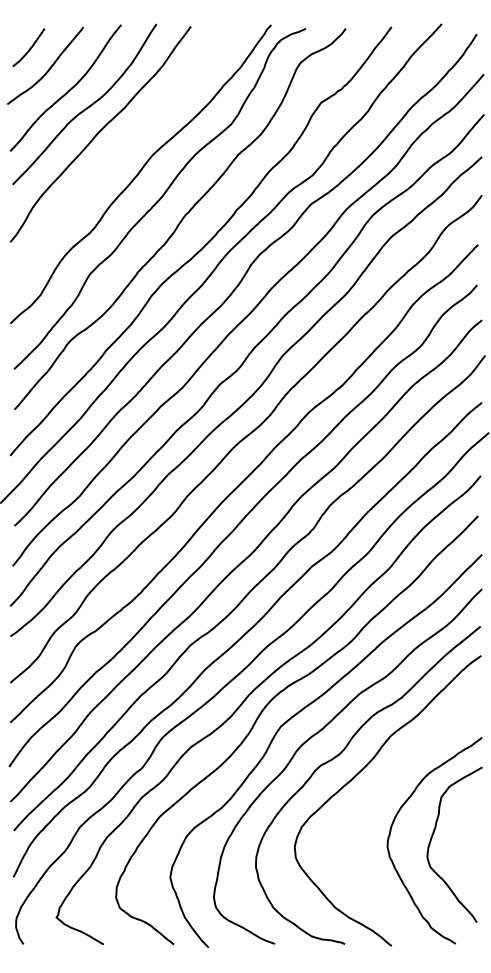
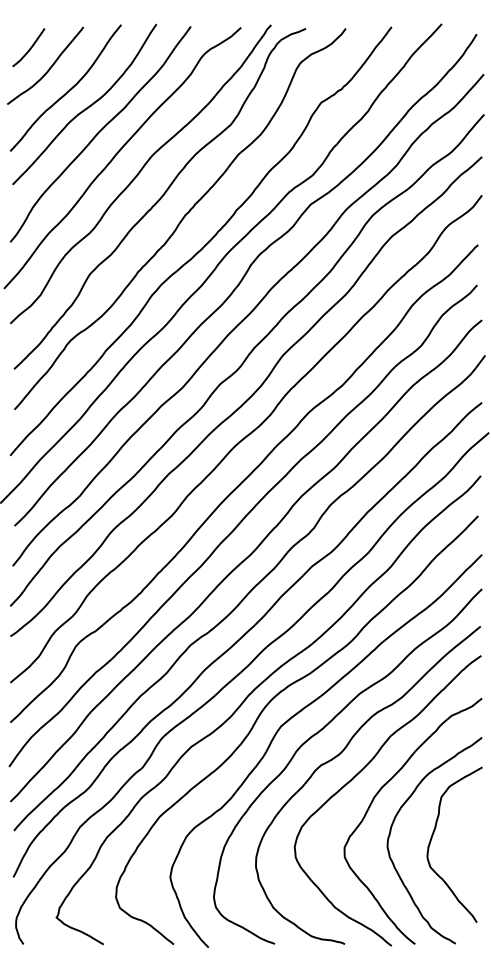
curve at (118, 153): none -> present
curve at (376, 796): none -> present
